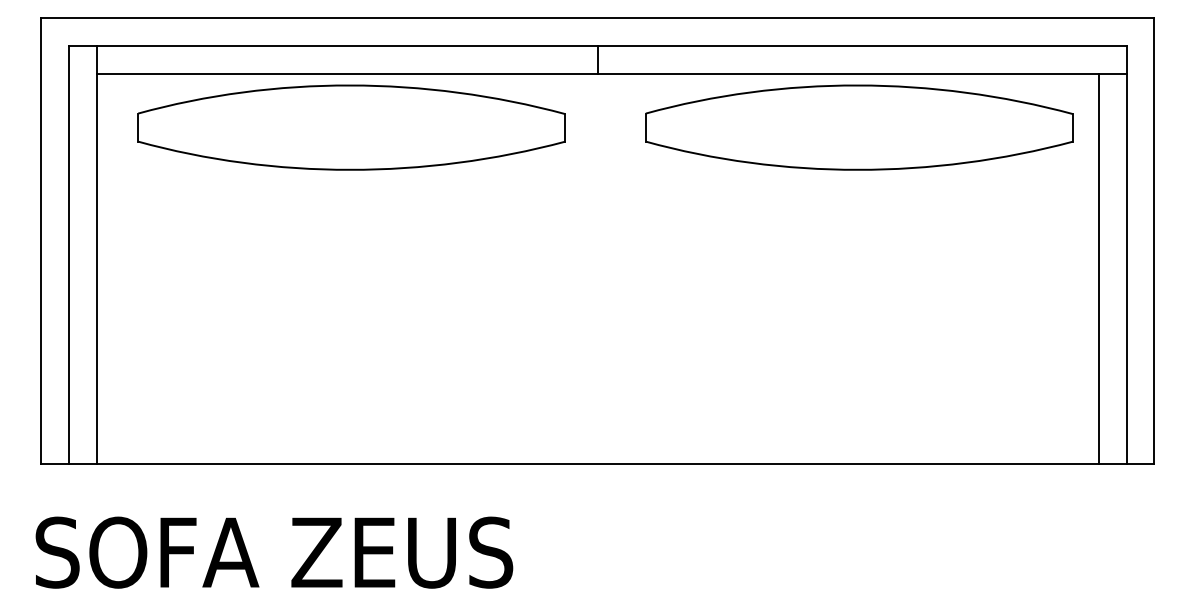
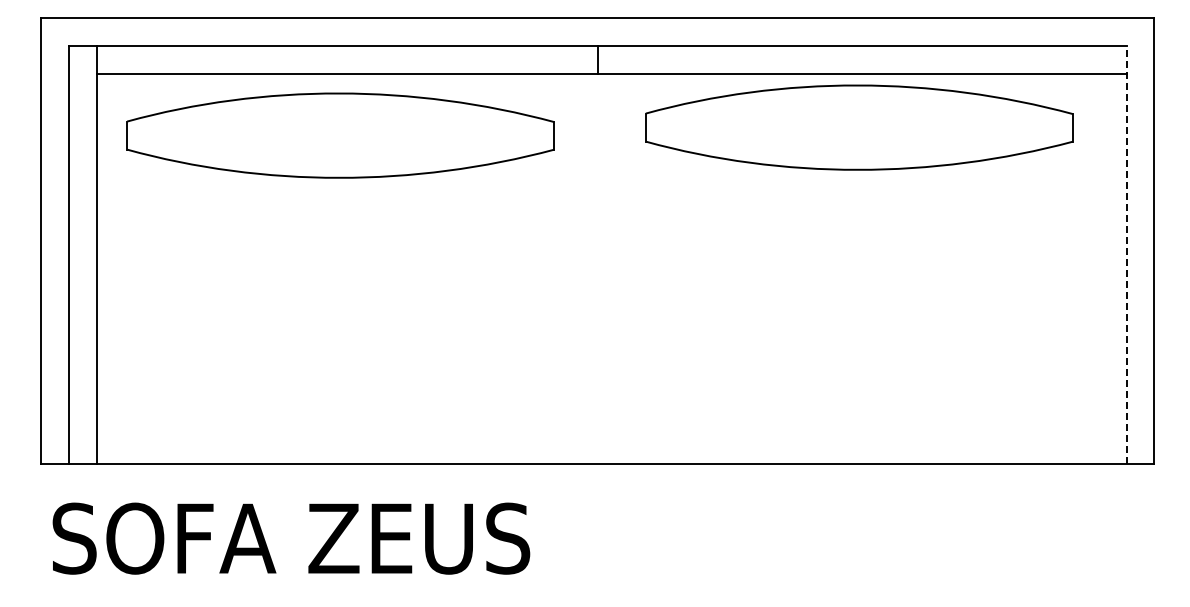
part at (351, 127) position: (351, 127) -> (340, 135)
line at (1126, 254): solid -> dashed
line at (1098, 268): present -> none
text at (274, 552) position: (274, 552) -> (291, 538)
